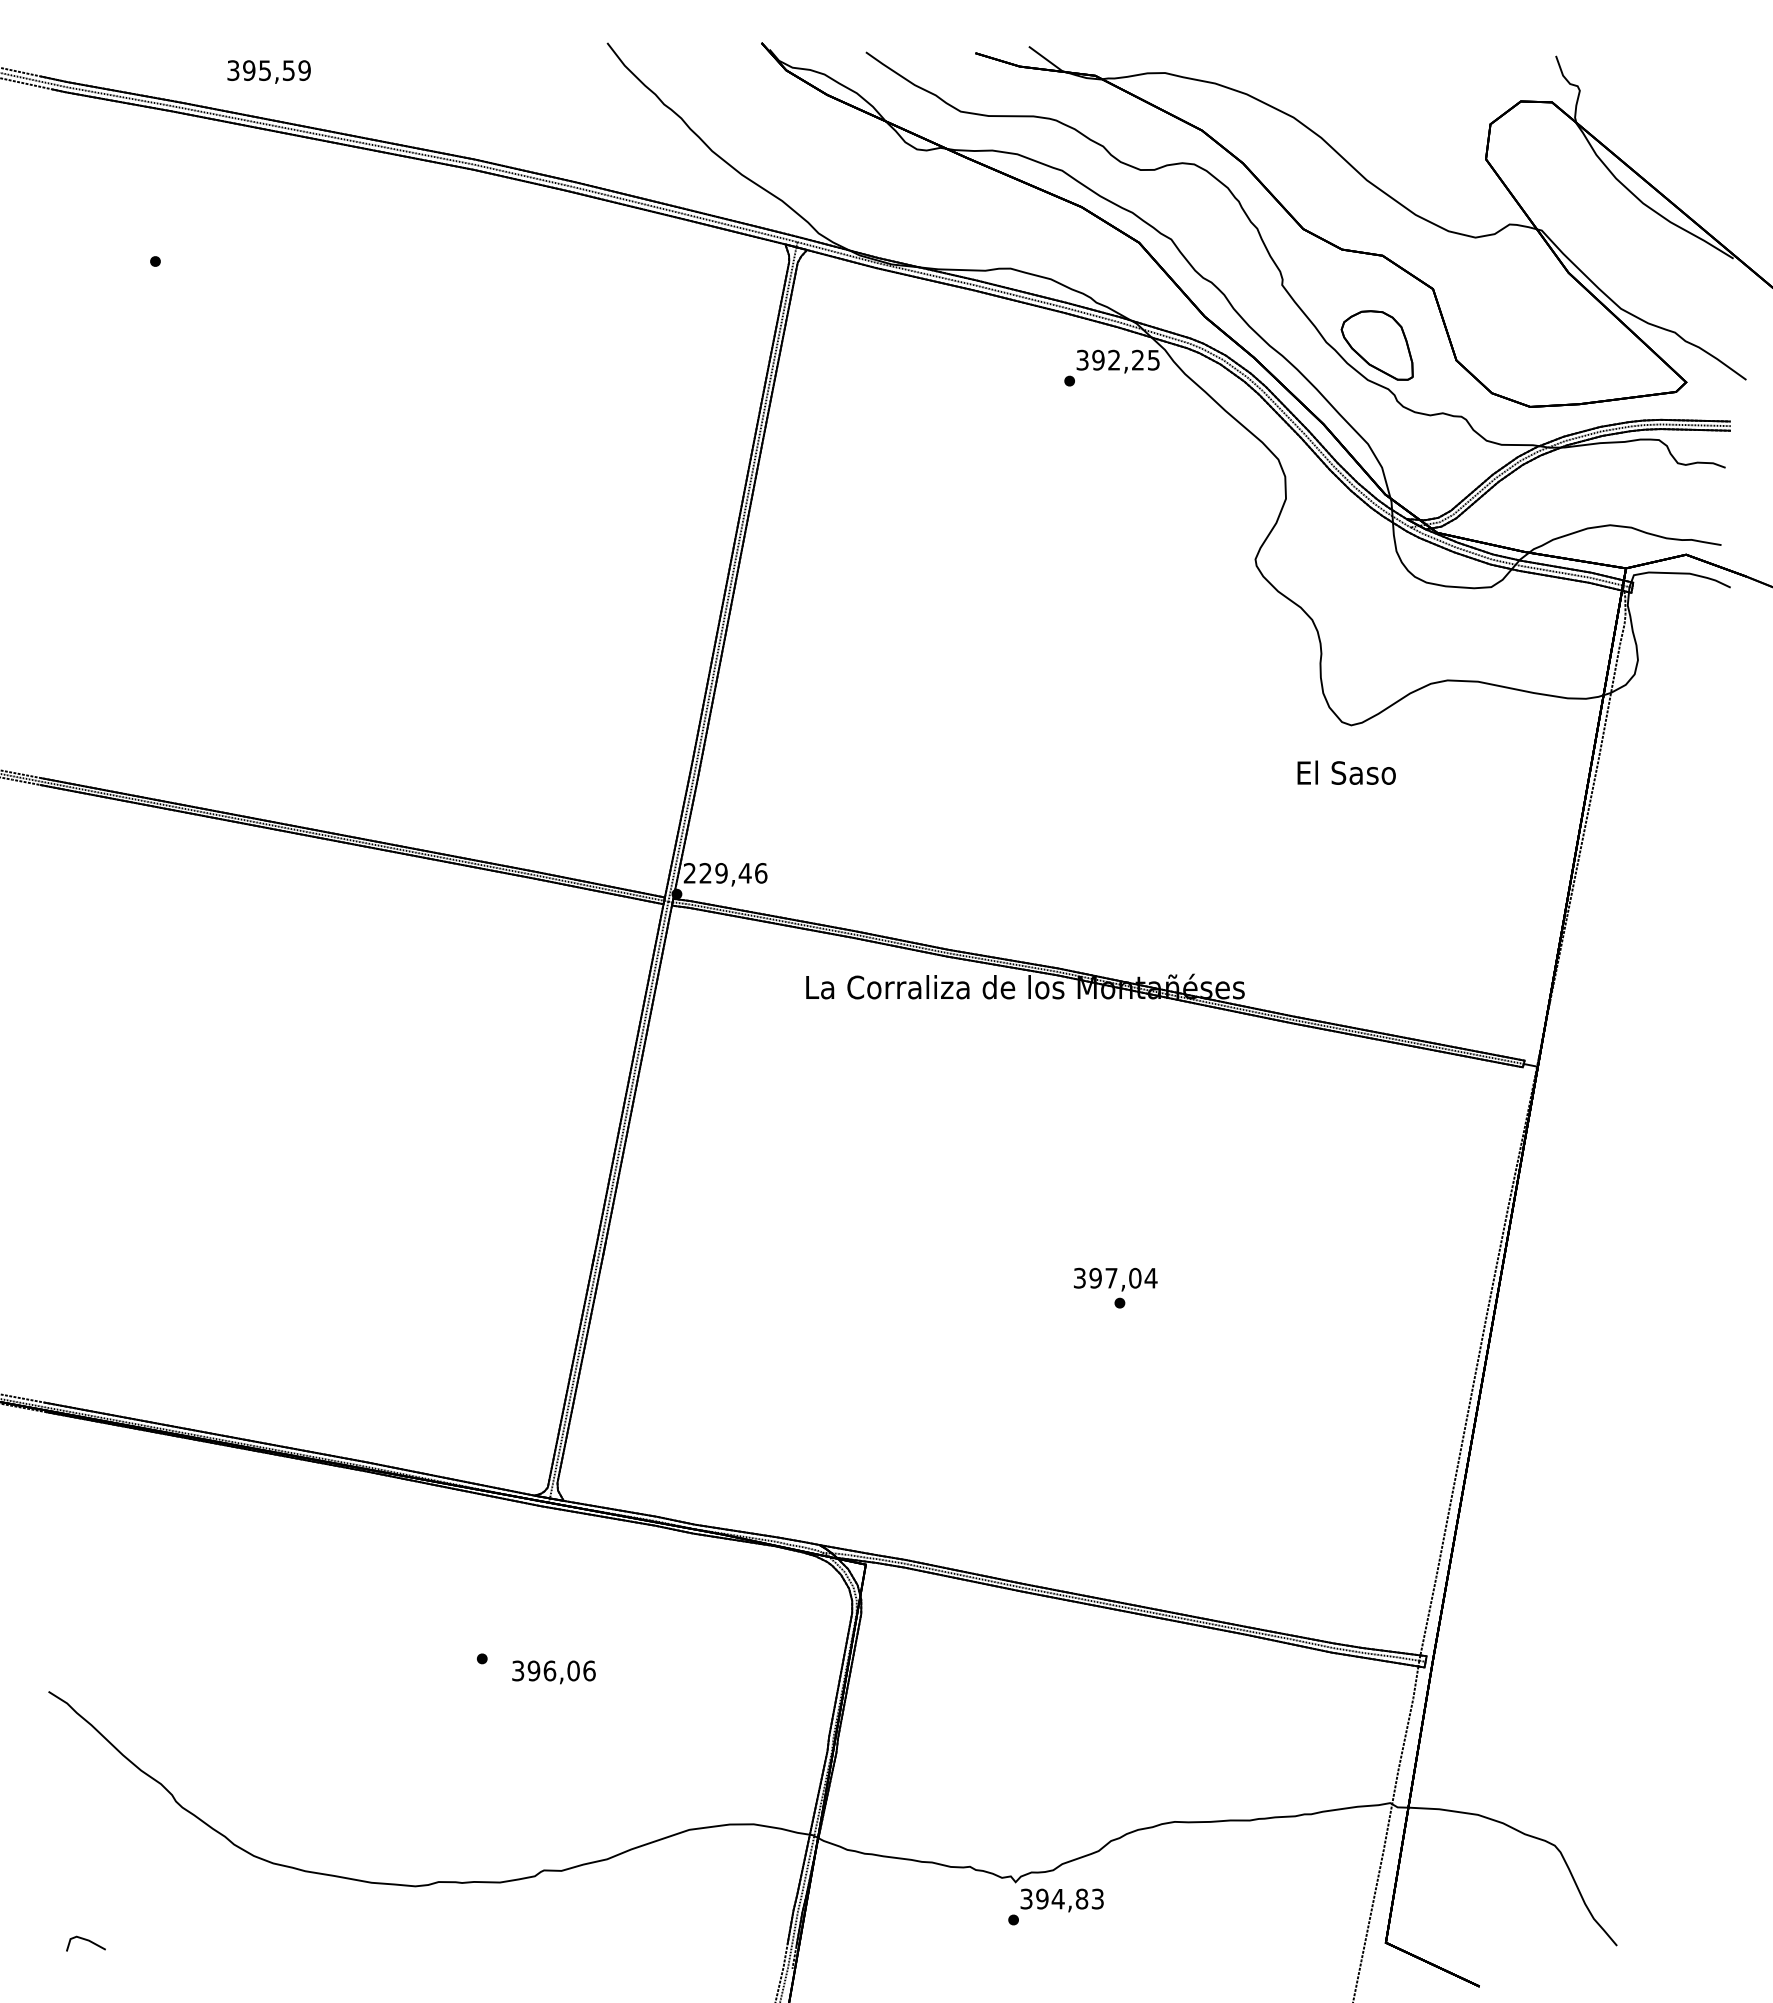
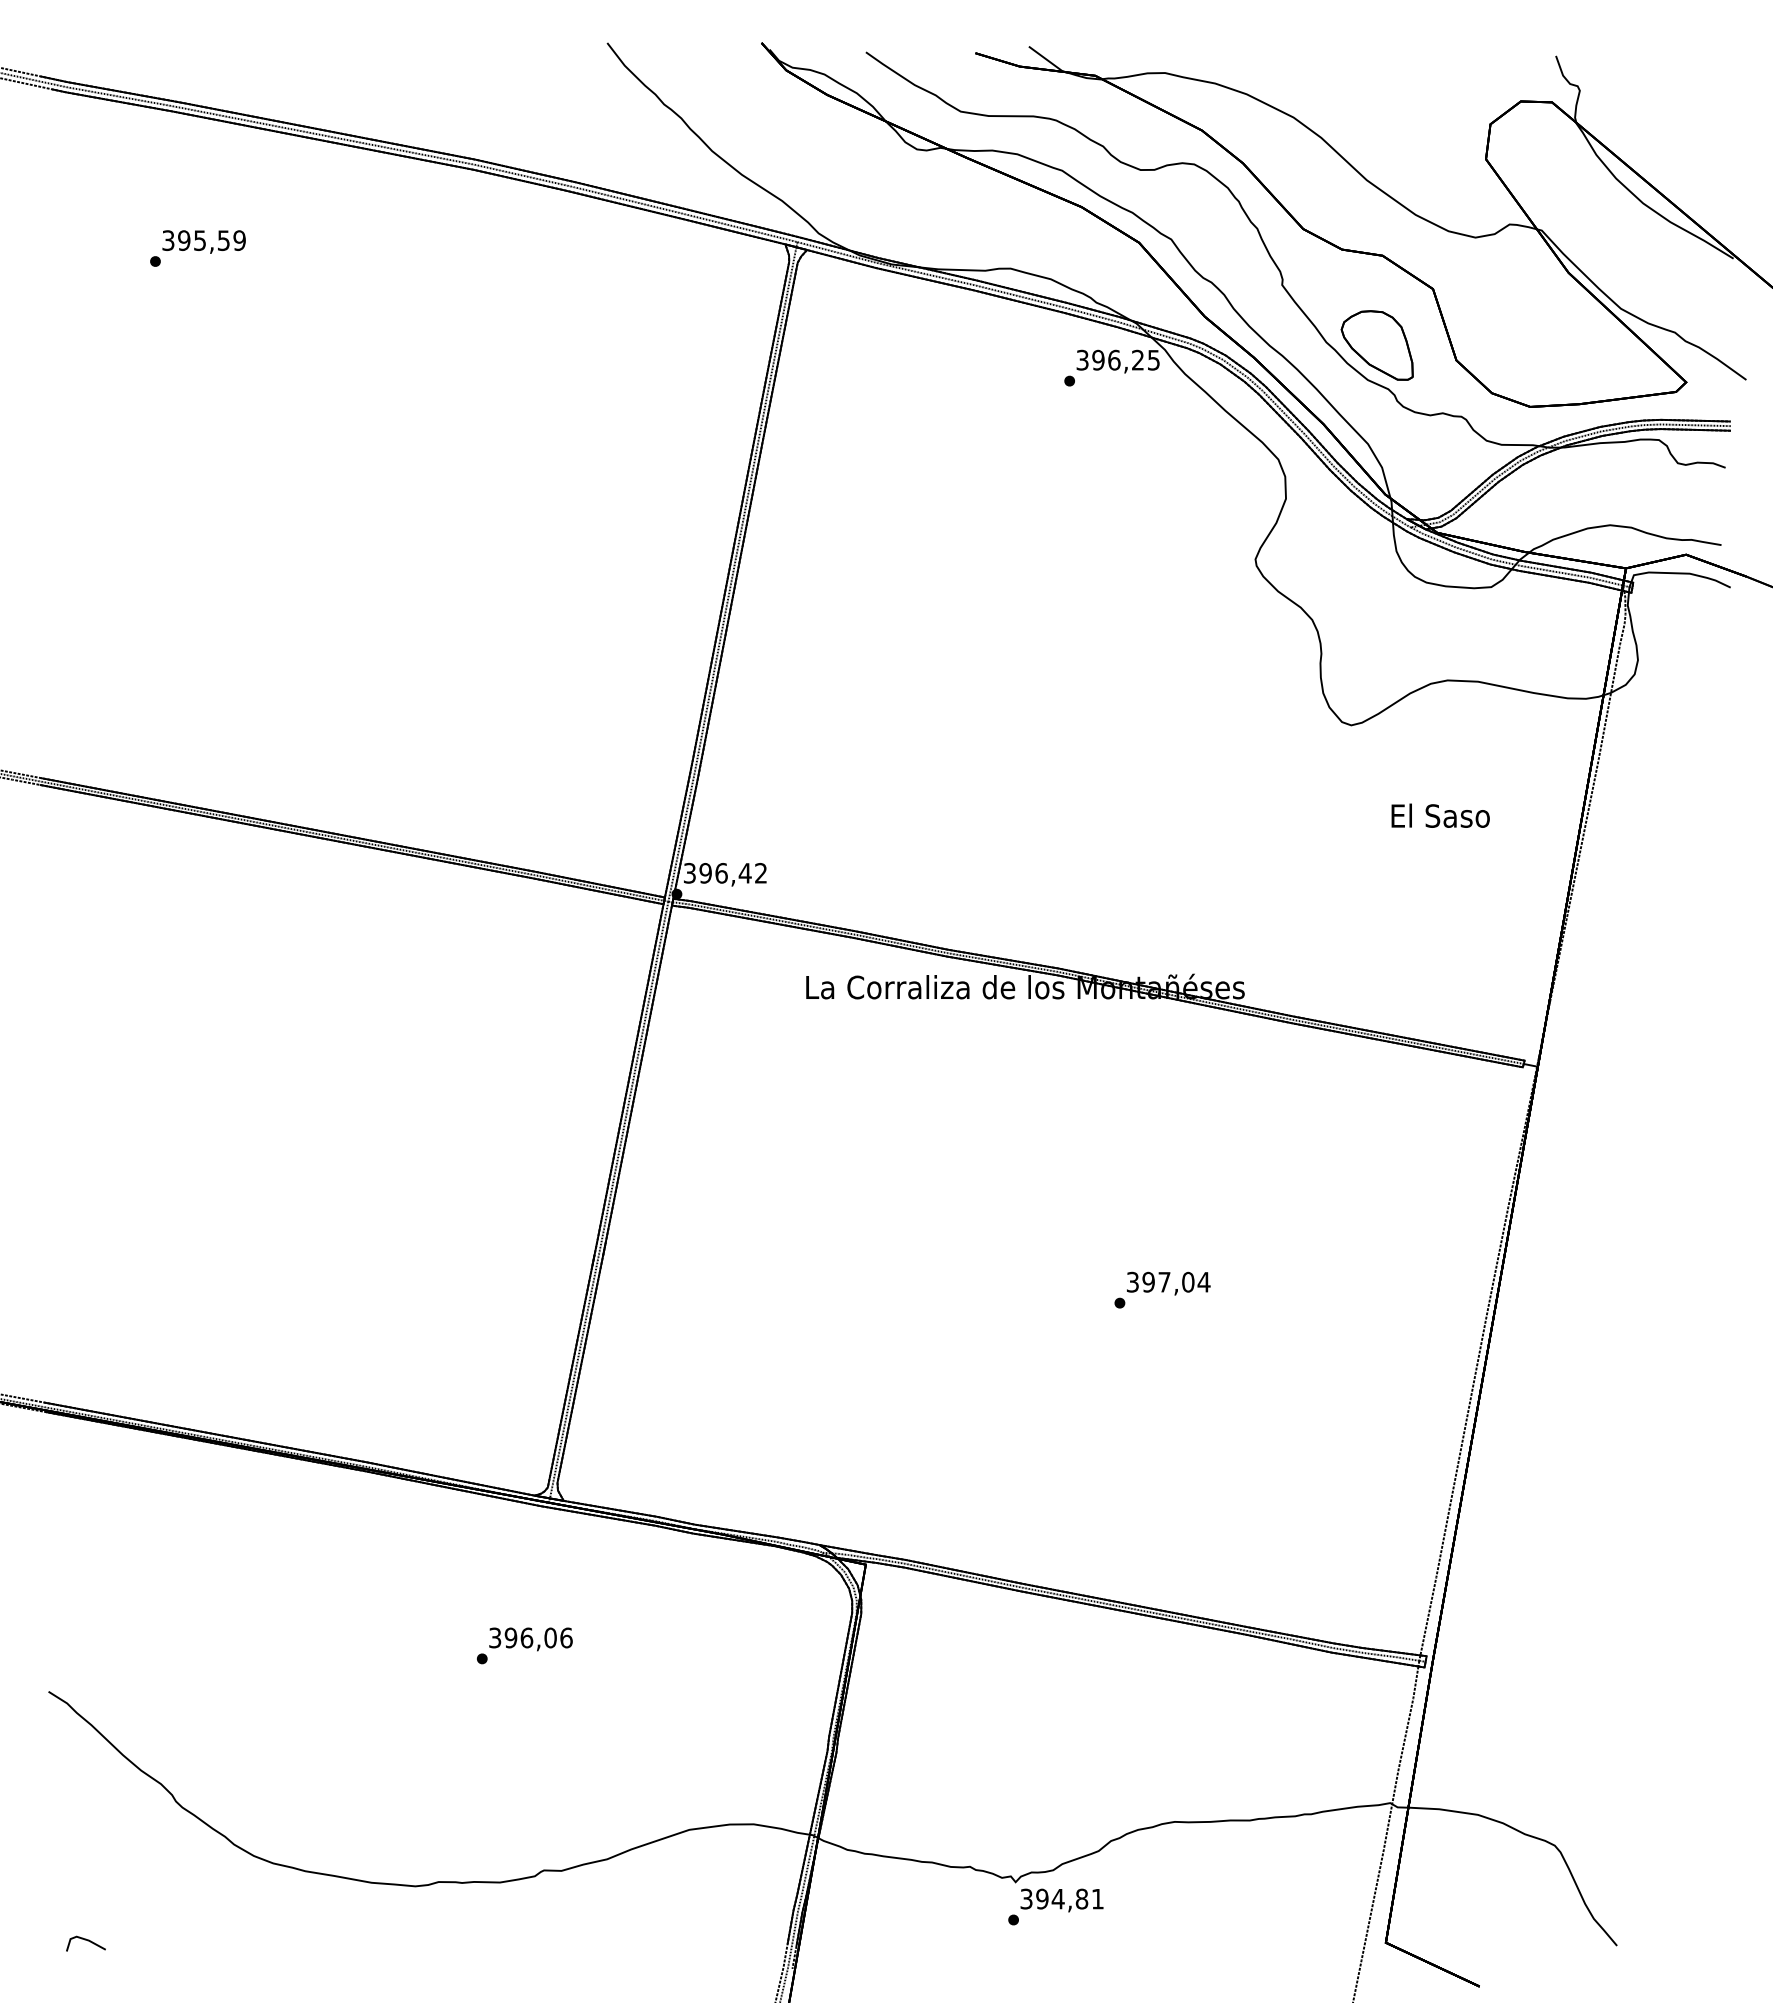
text at (268, 71) position: (268, 71) -> (203, 241)
text at (1114, 359): 392,25 -> 396,25
text at (1346, 772) position: (1346, 772) -> (1440, 815)
text at (725, 873): 229,46 -> 396,42
text at (1115, 1279) position: (1115, 1279) -> (1168, 1283)
text at (553, 1672) position: (553, 1672) -> (530, 1639)
text at (1097, 1898): 394,83 -> 394,81
